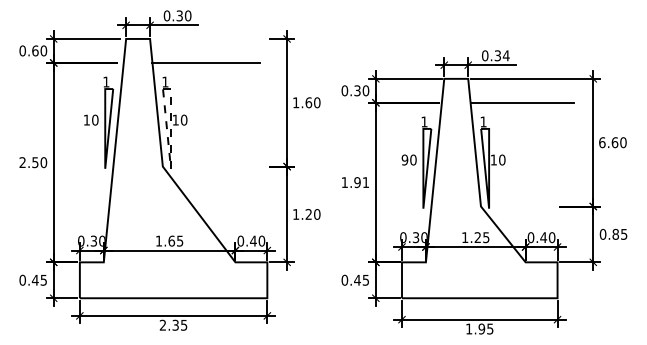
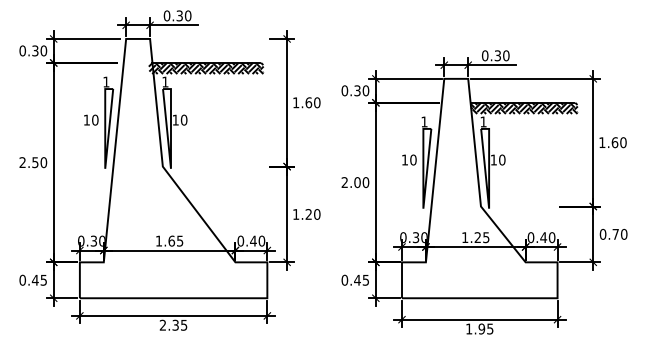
text at (35, 50): 0.60 -> 0.30
text at (505, 55): 0.34 -> 0.30
hatch at (205, 68): none -> present
hatch at (523, 107): none -> present
text at (602, 142): 6.60 -> 1.60
text at (404, 159): 90 -> 10
line at (170, 165): dashed -> solid
text at (355, 182): 1.91 -> 2.00
text at (619, 233): 0.85 -> 0.70
